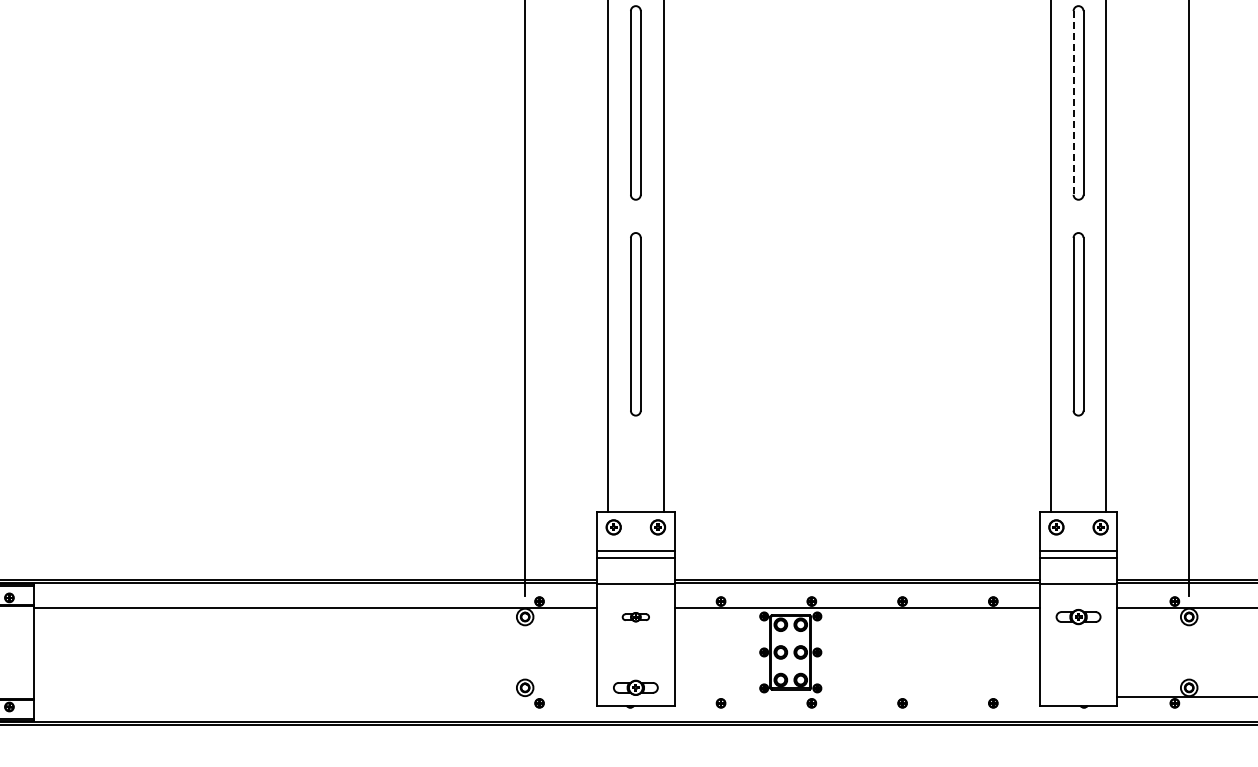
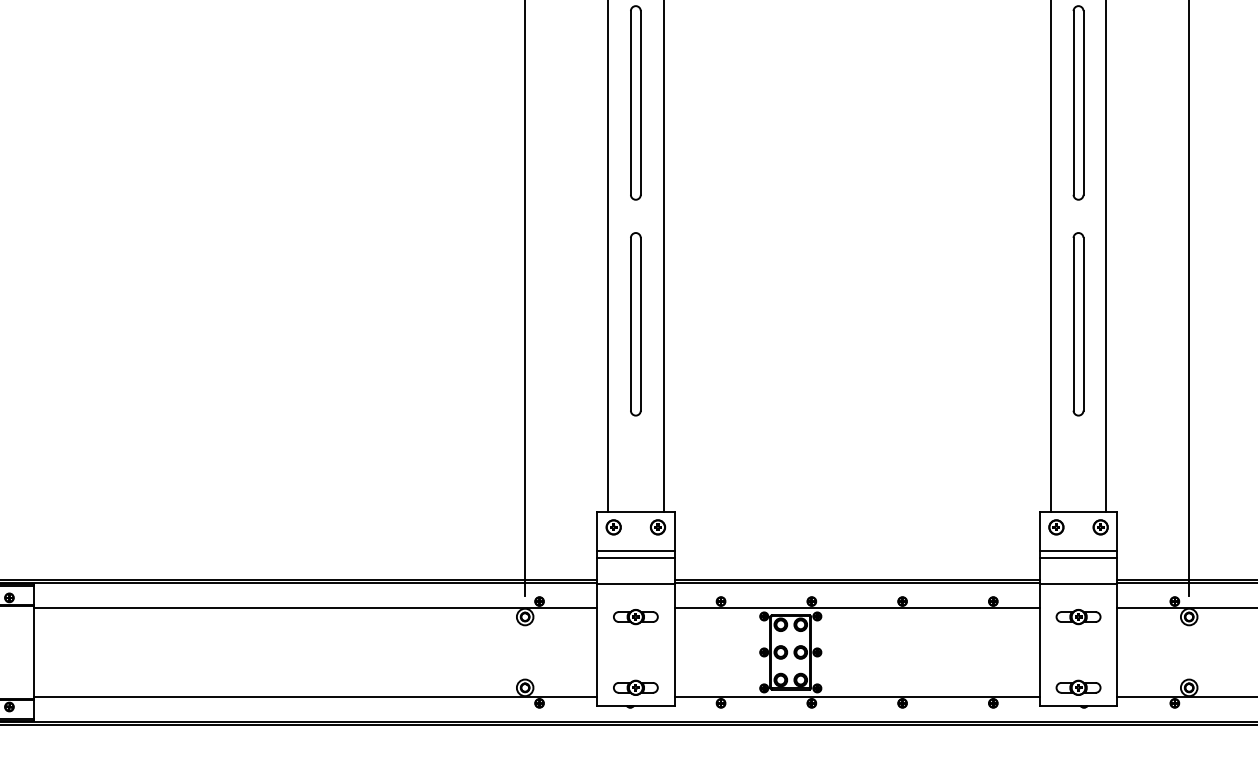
line at (1073, 102): dashed -> solid
part at (635, 617) size: 29x11 px -> 46x17 px
part at (1078, 687): none -> present
line at (315, 696): none -> present
line at (856, 696): none -> present
